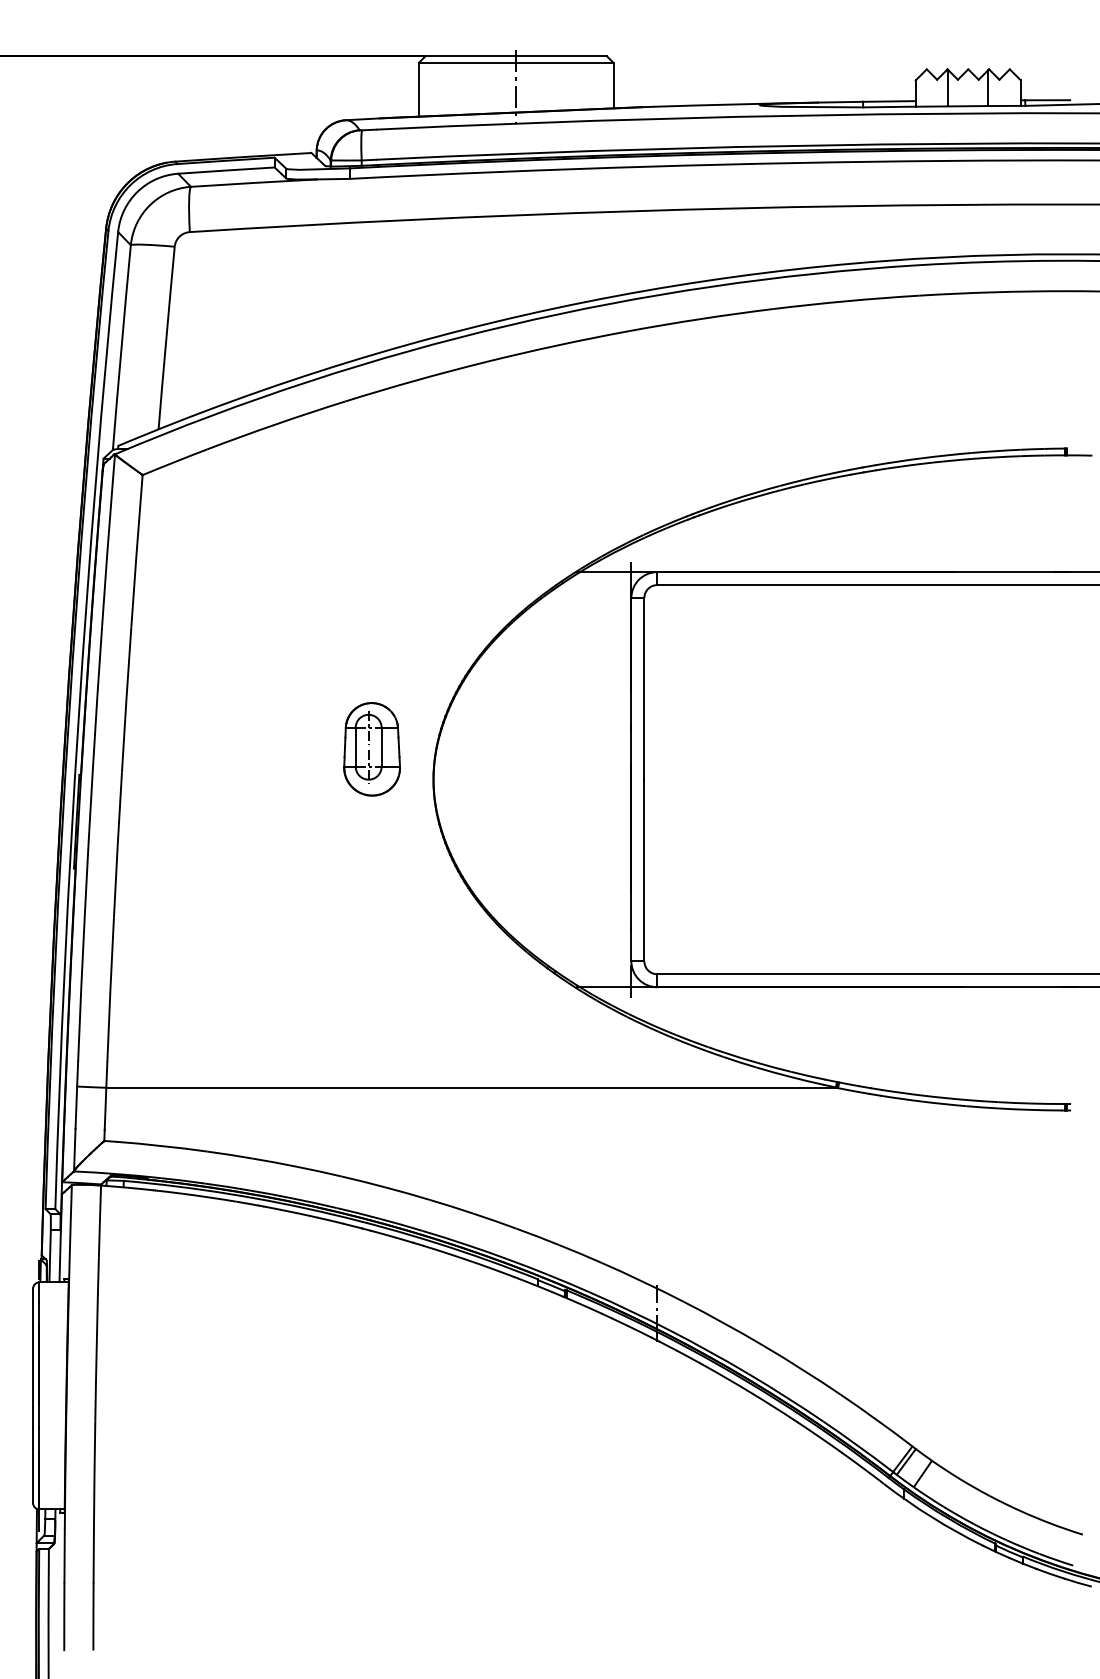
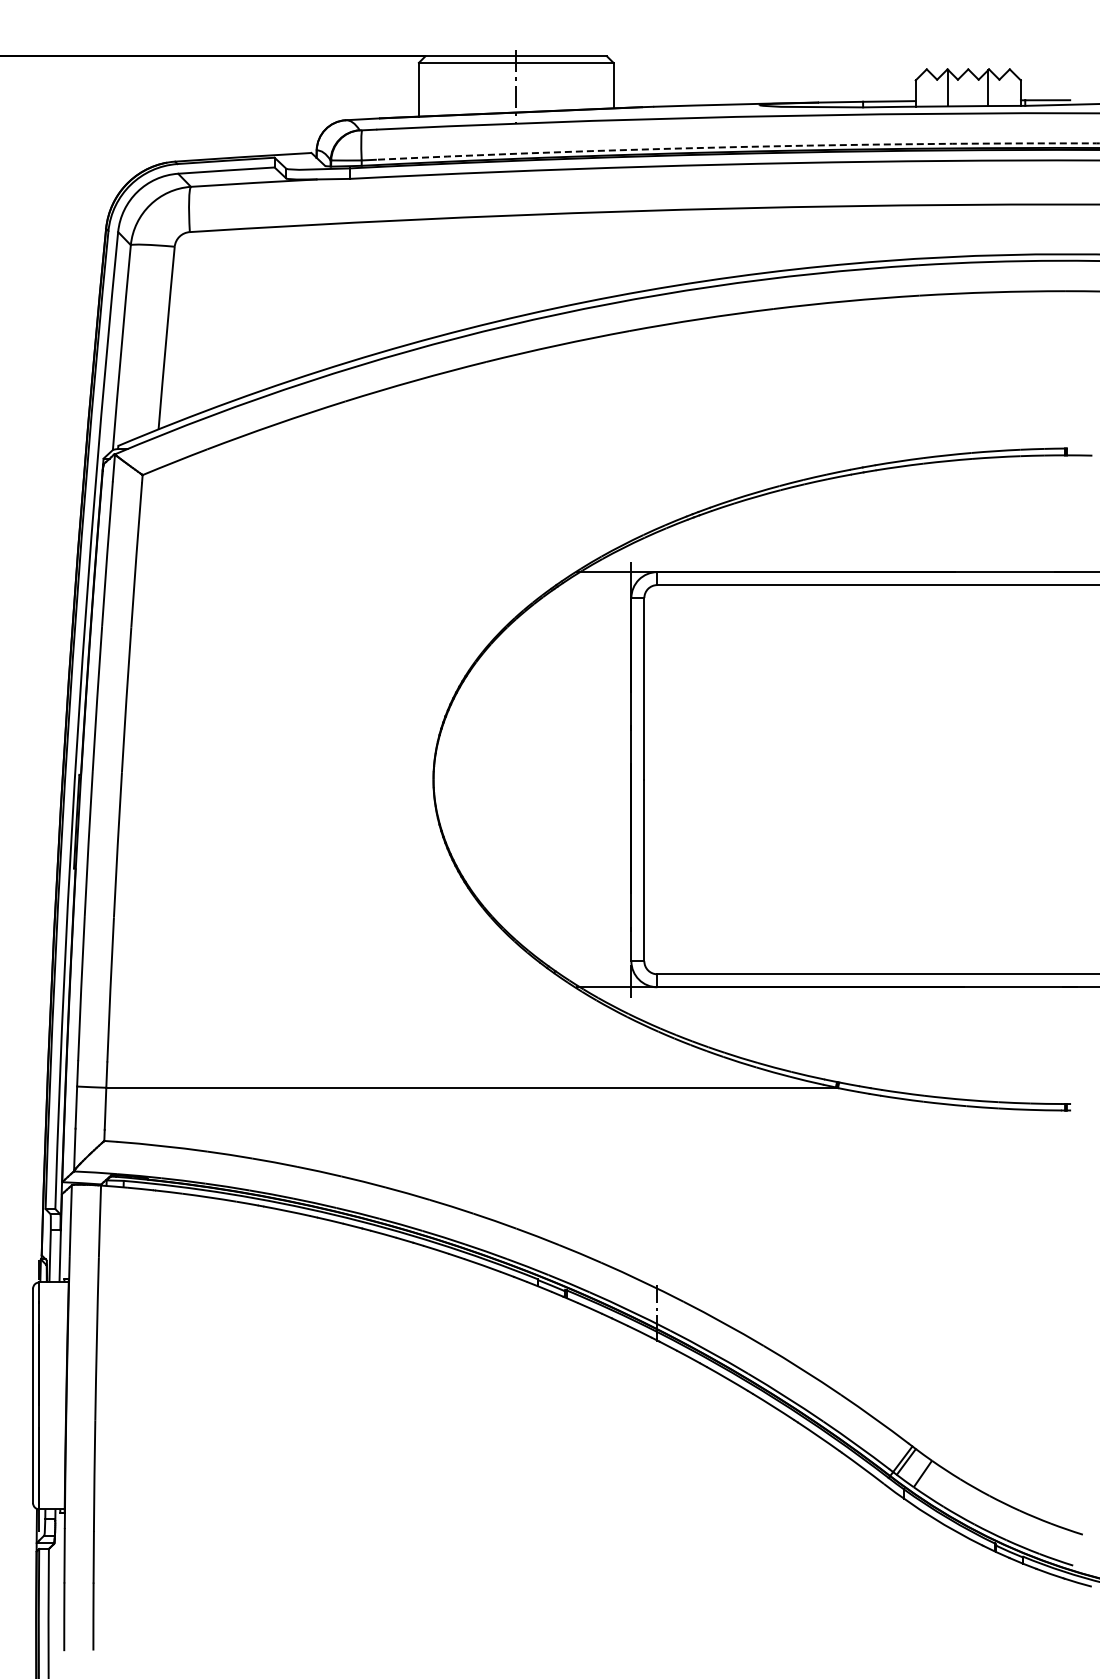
arc at (737, 147): solid -> dashed
part at (371, 749): present -> none
